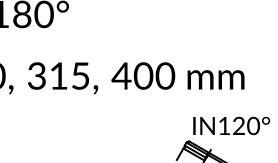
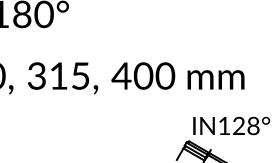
text at (253, 126): IN120° -> IN128°
